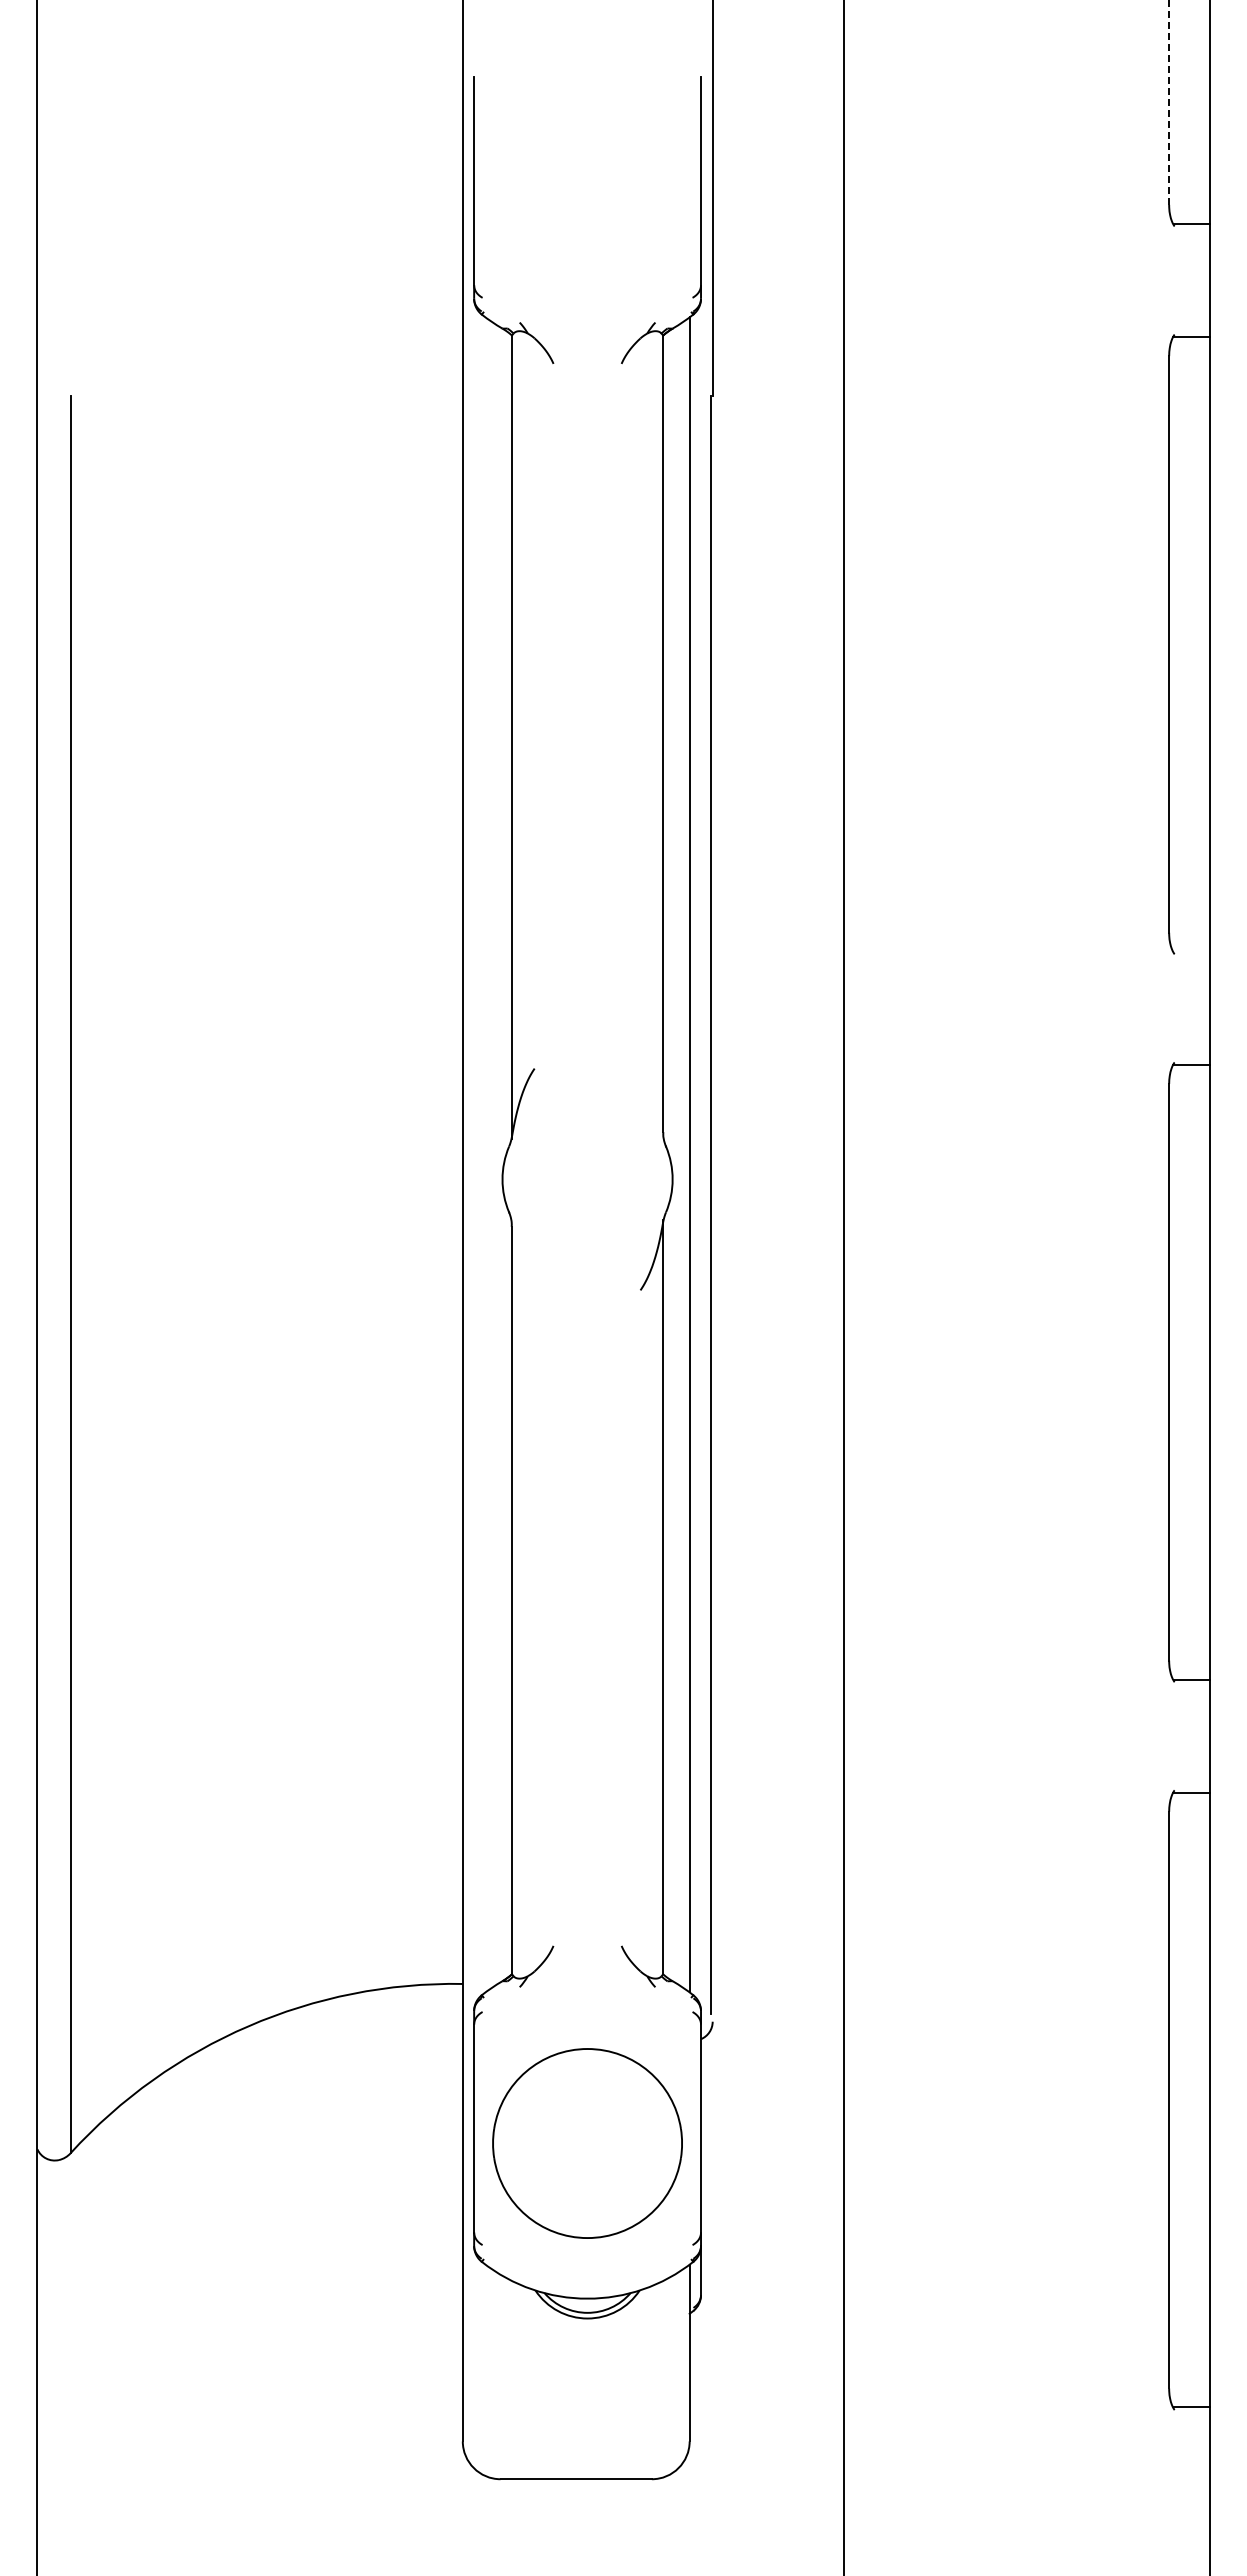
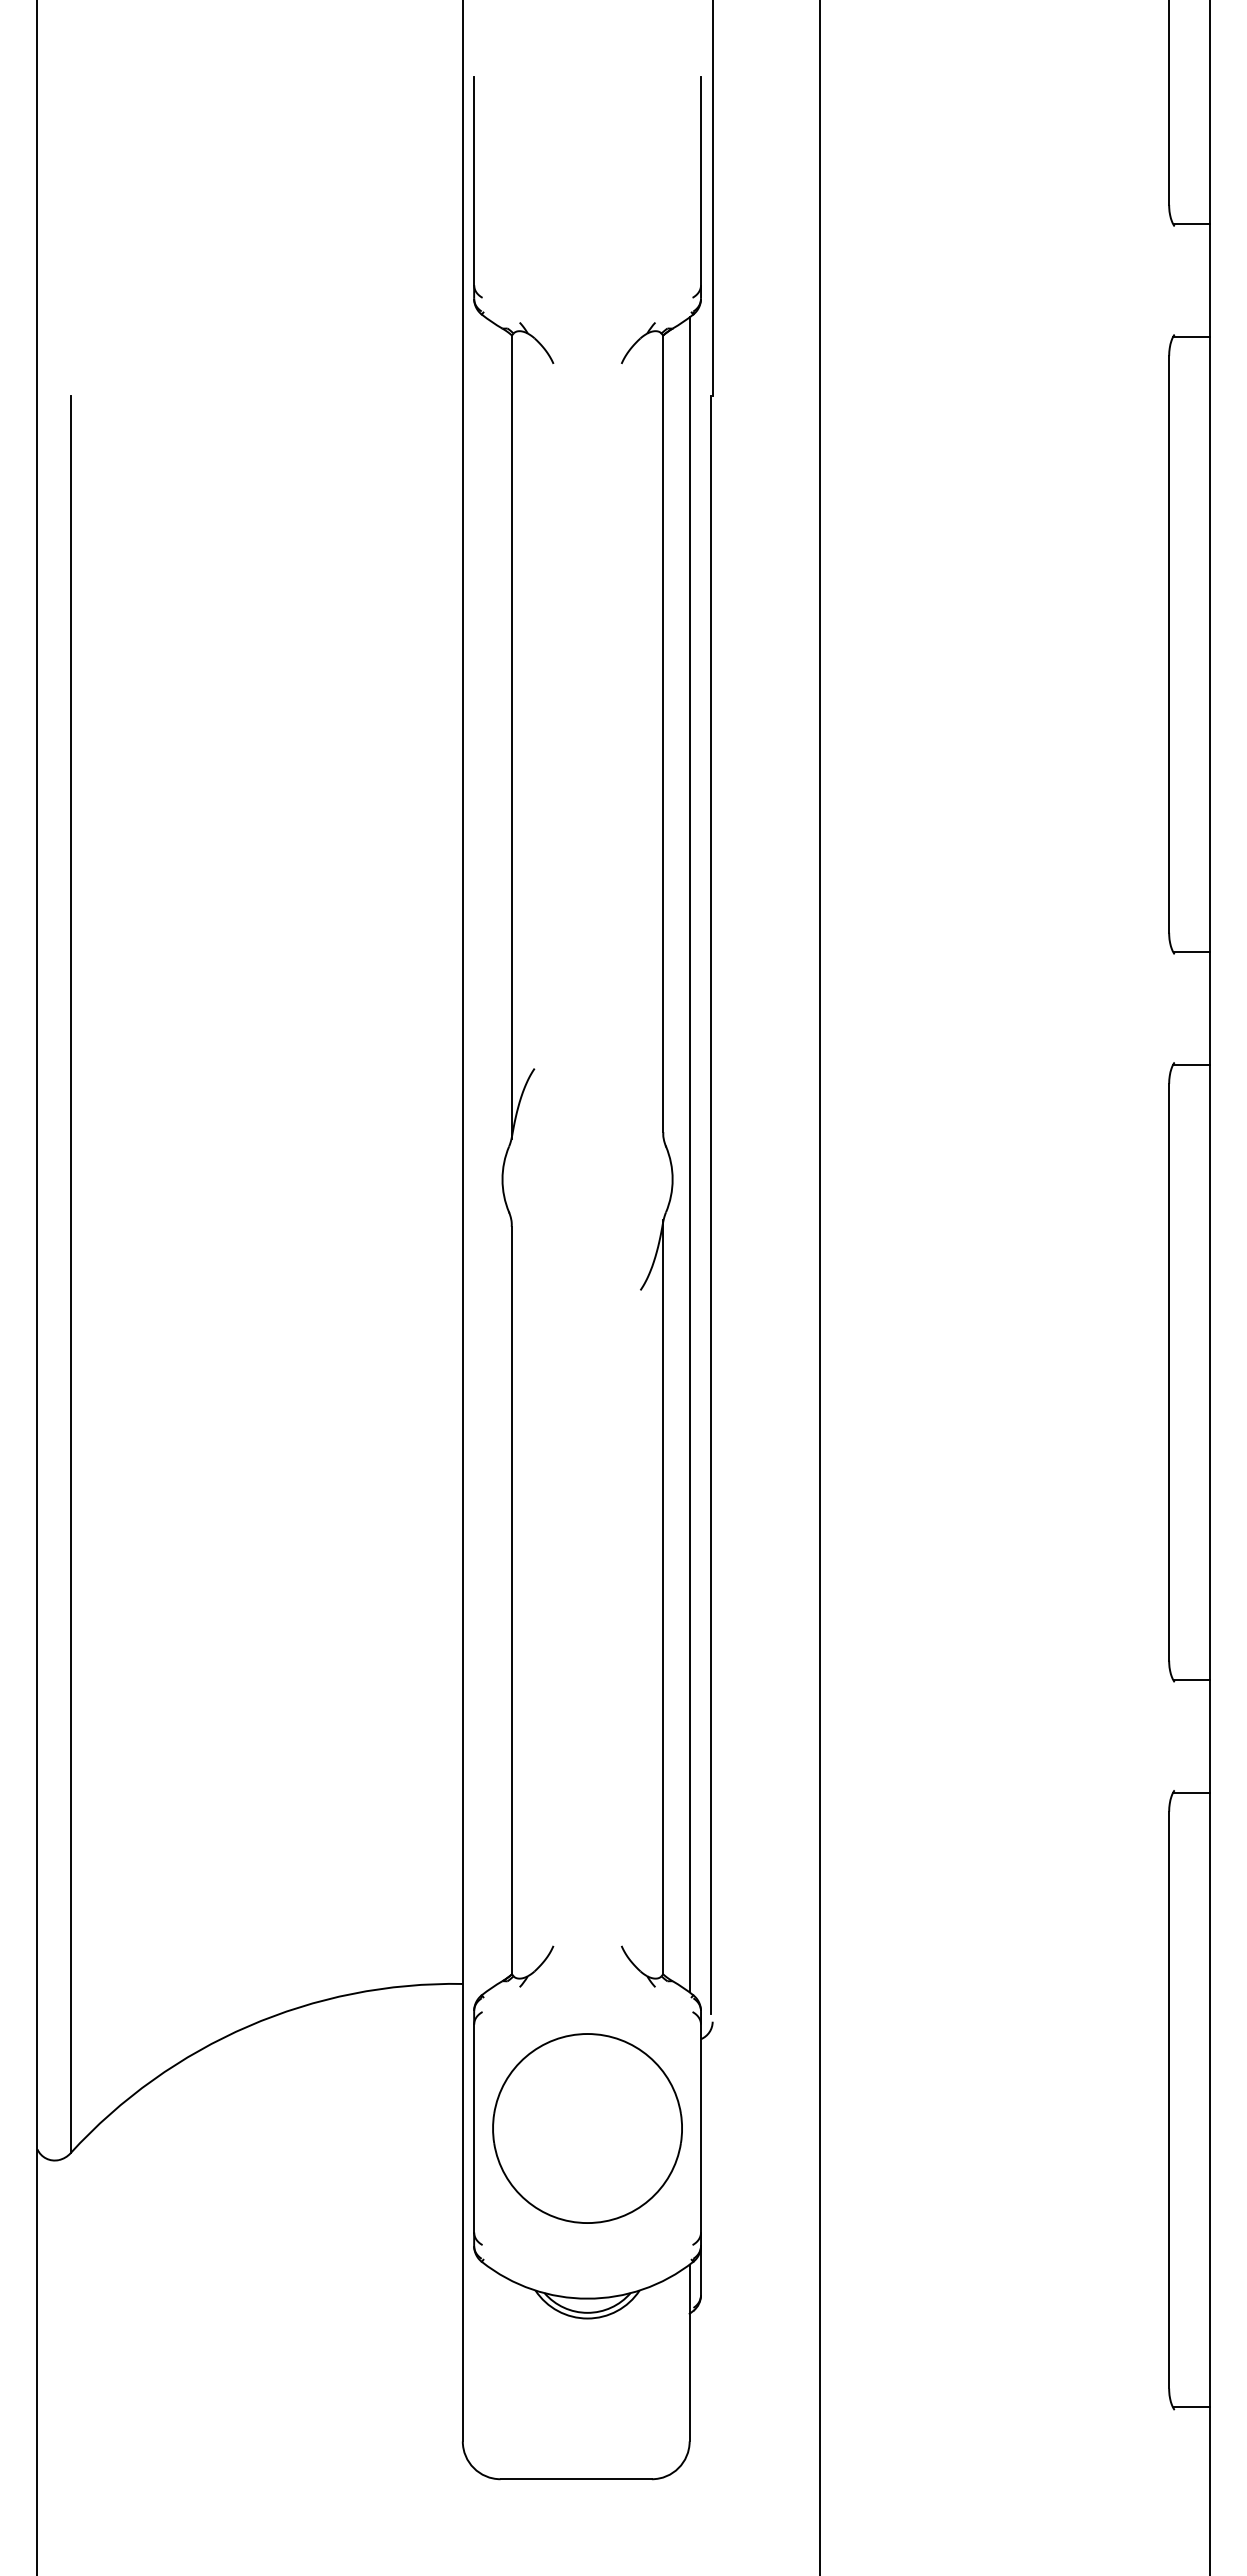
line at (1169, 102): dashed -> solid
line at (1191, 951): none -> present
line at (844, 1287) position: (844, 1287) -> (820, 1287)
part at (587, 2143) position: (587, 2143) -> (587, 2128)
